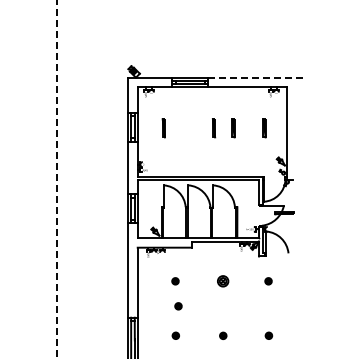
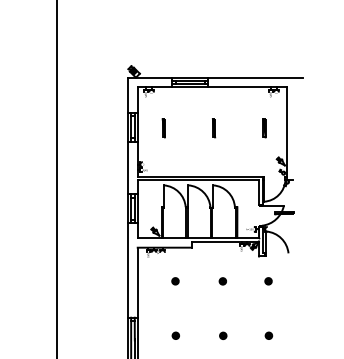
line at (256, 77): dashed -> solid
part at (233, 128): present -> none
line at (56, 179): dashed -> solid
part at (223, 281) size: 13x13 px -> 9x9 px
part at (178, 306): present -> none
